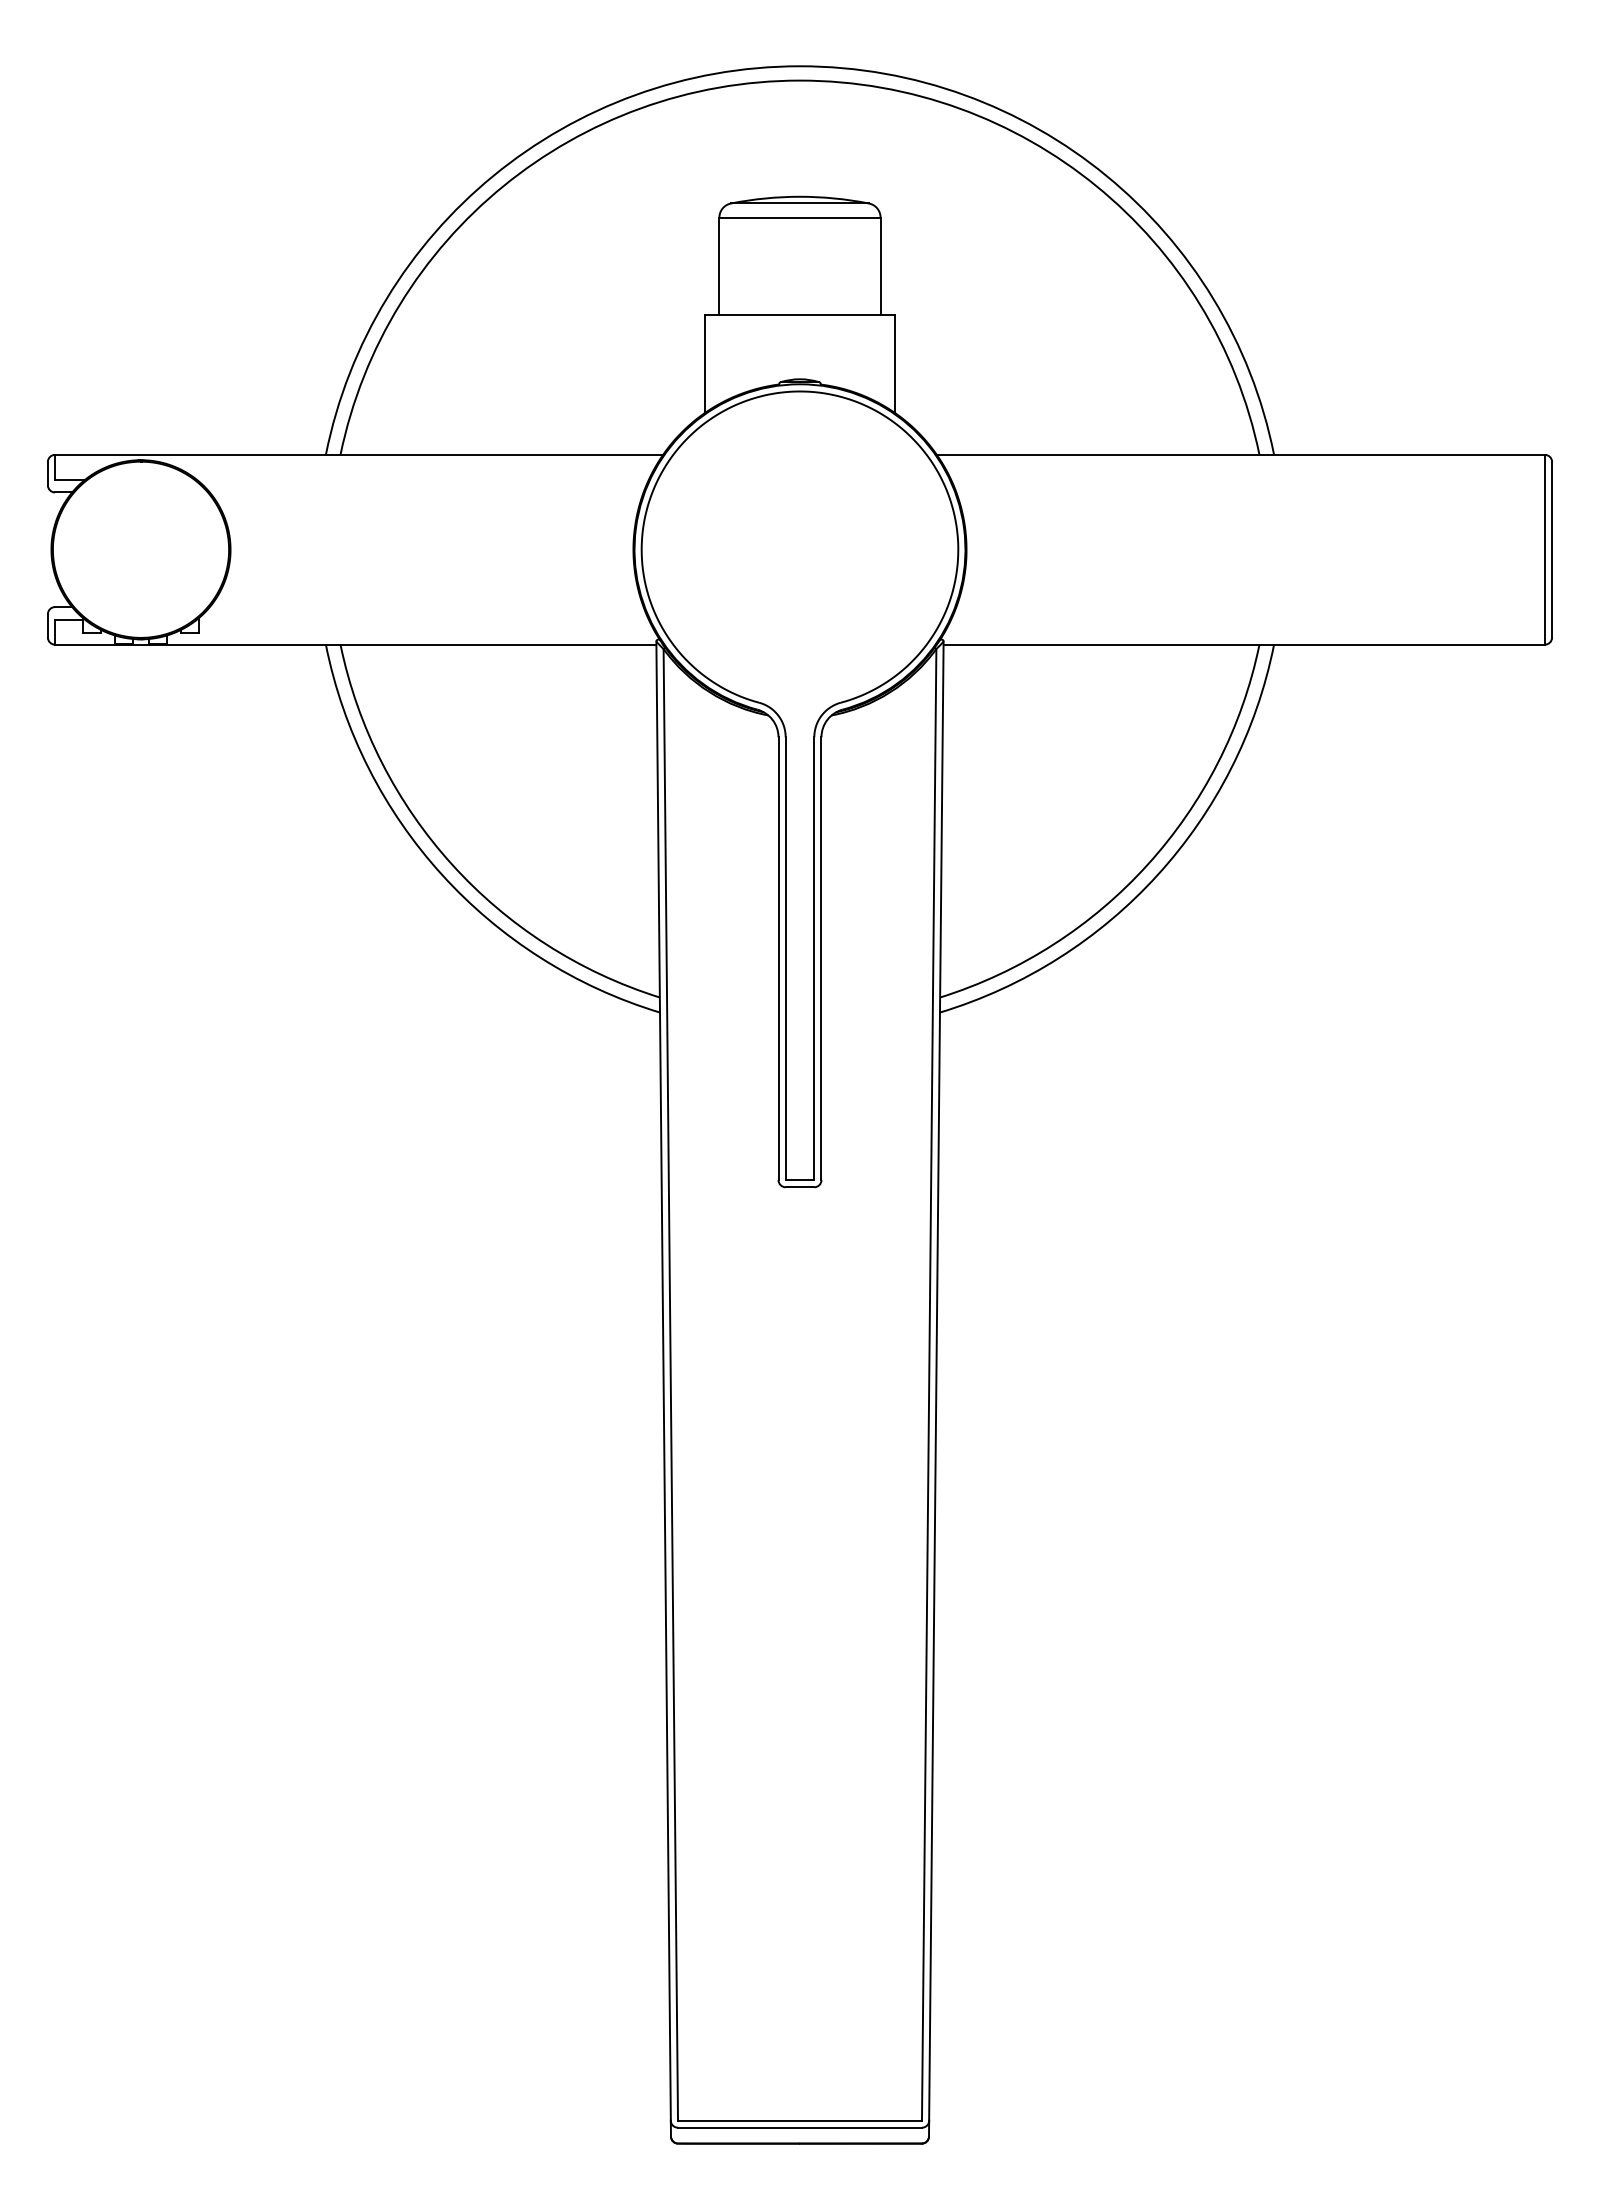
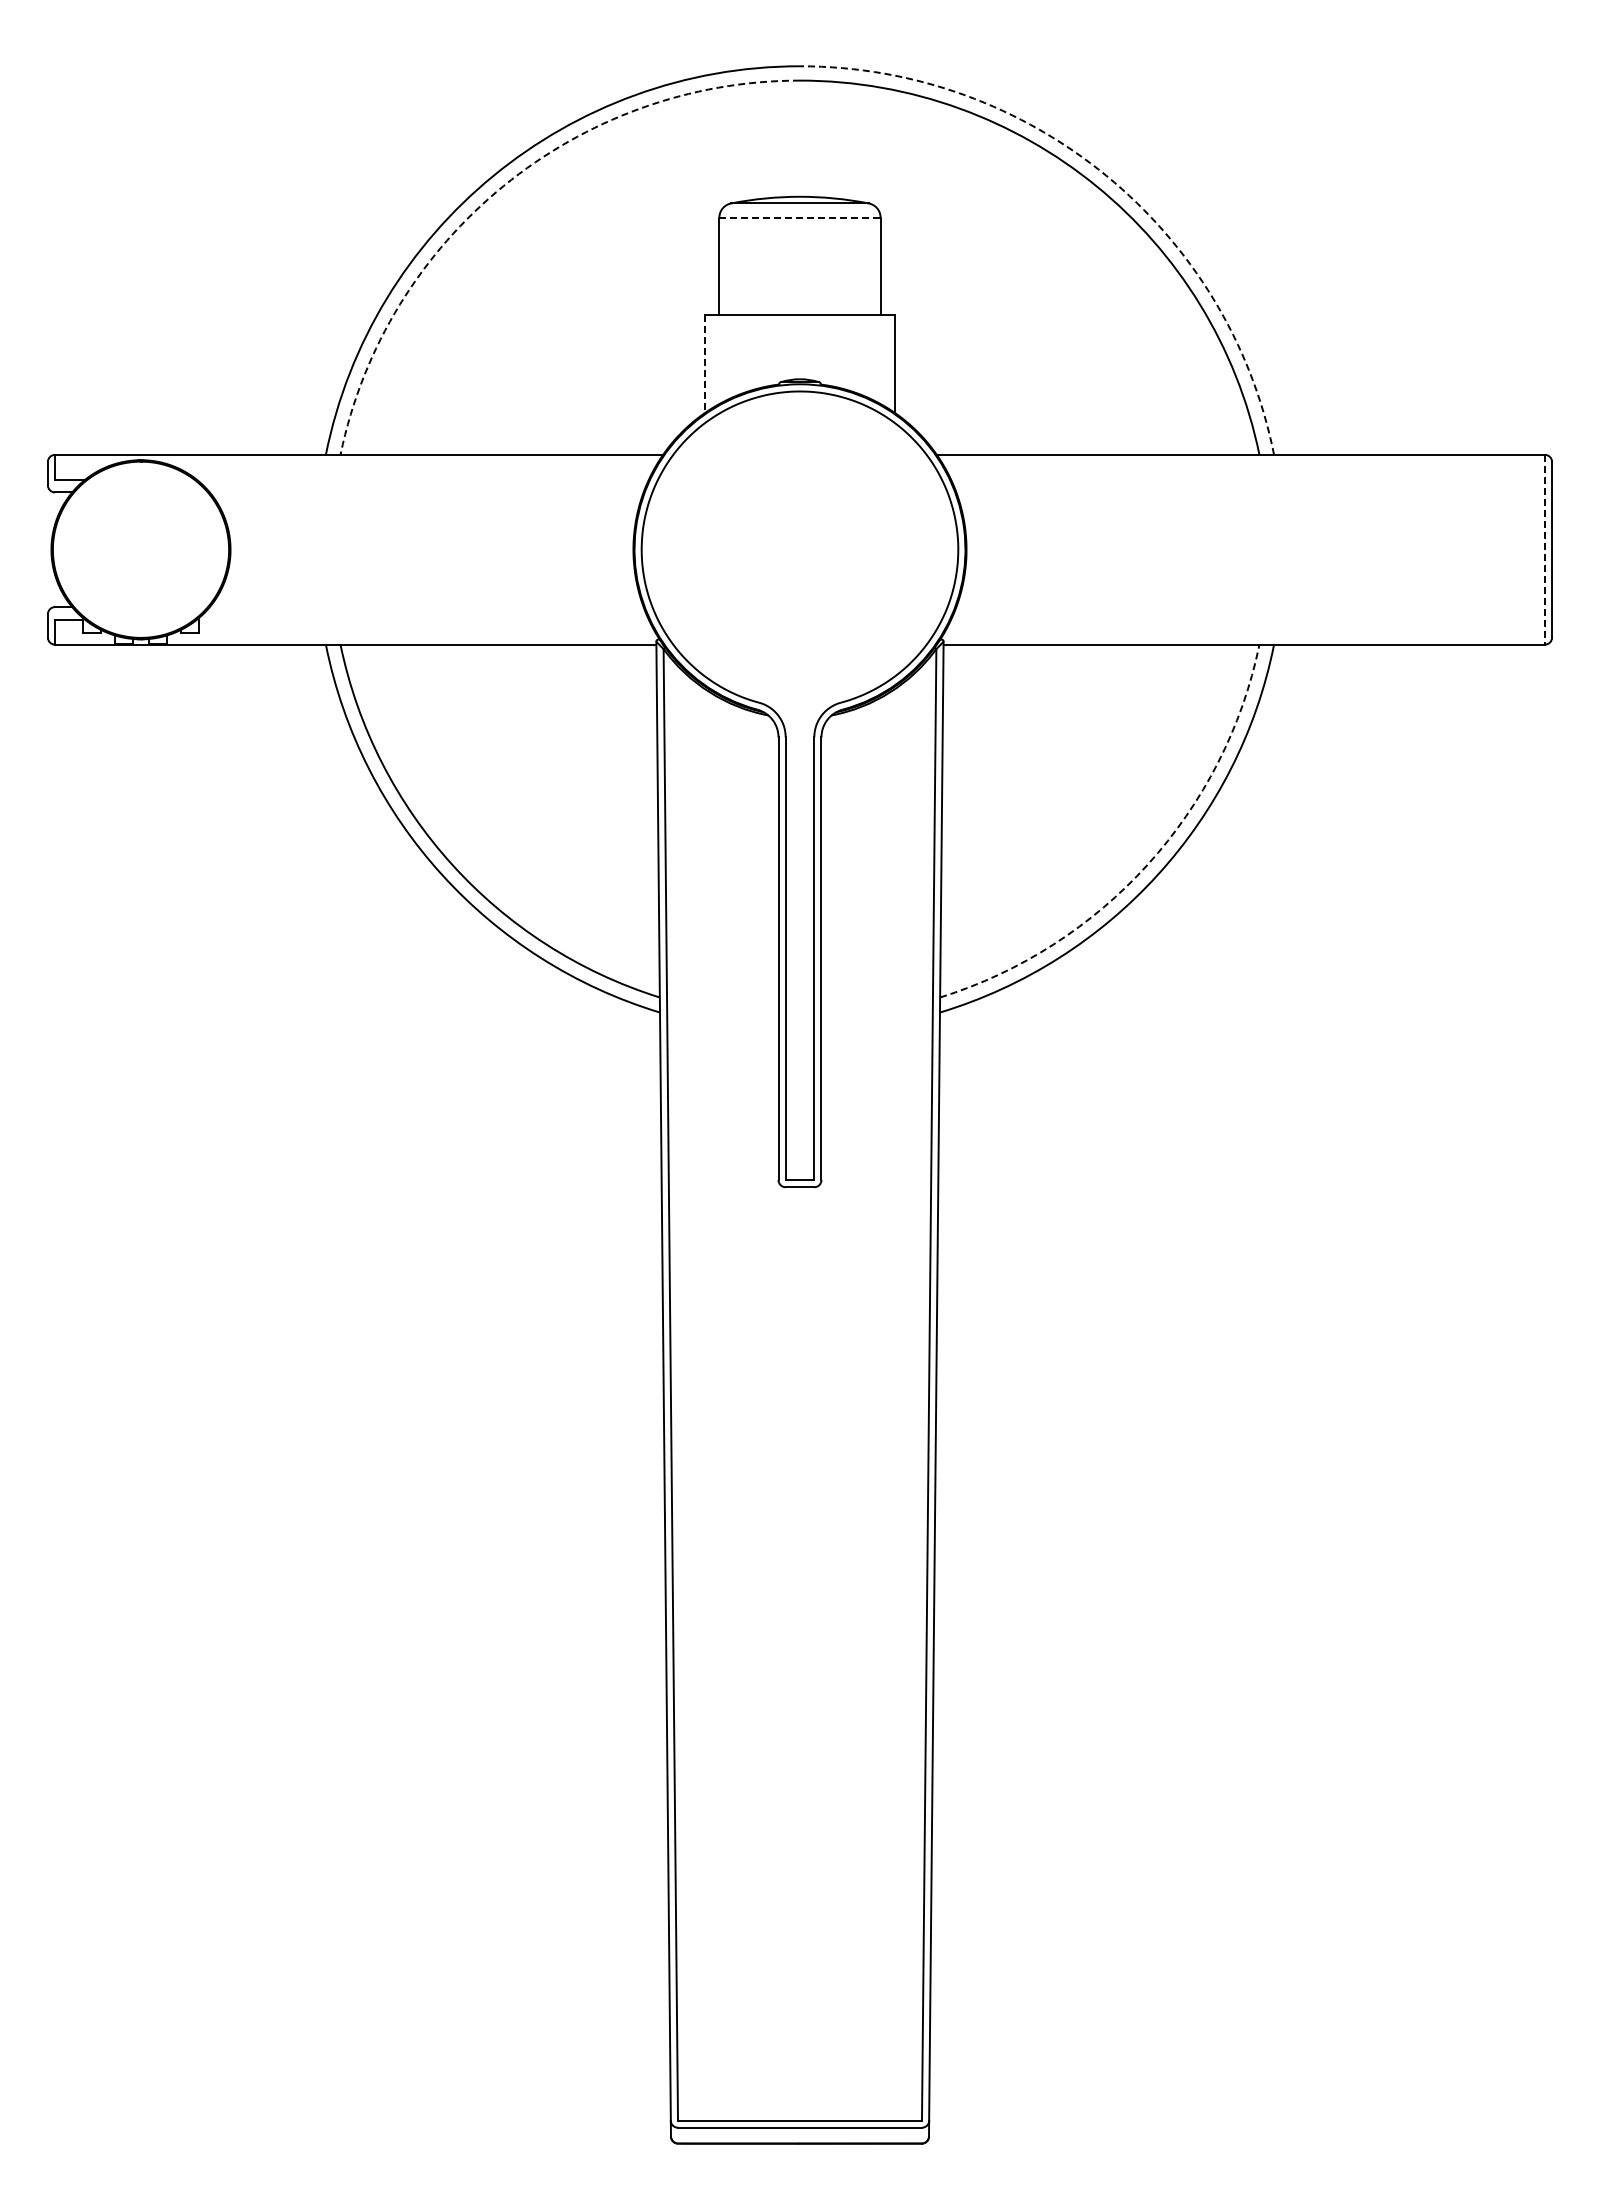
arc at (1106, 175): solid -> dashed
arc at (503, 186): solid -> dashed
line at (800, 217): solid -> dashed
line at (705, 364): solid -> dashed
line at (1544, 549): solid -> dashed
arc at (1147, 864): solid -> dashed
